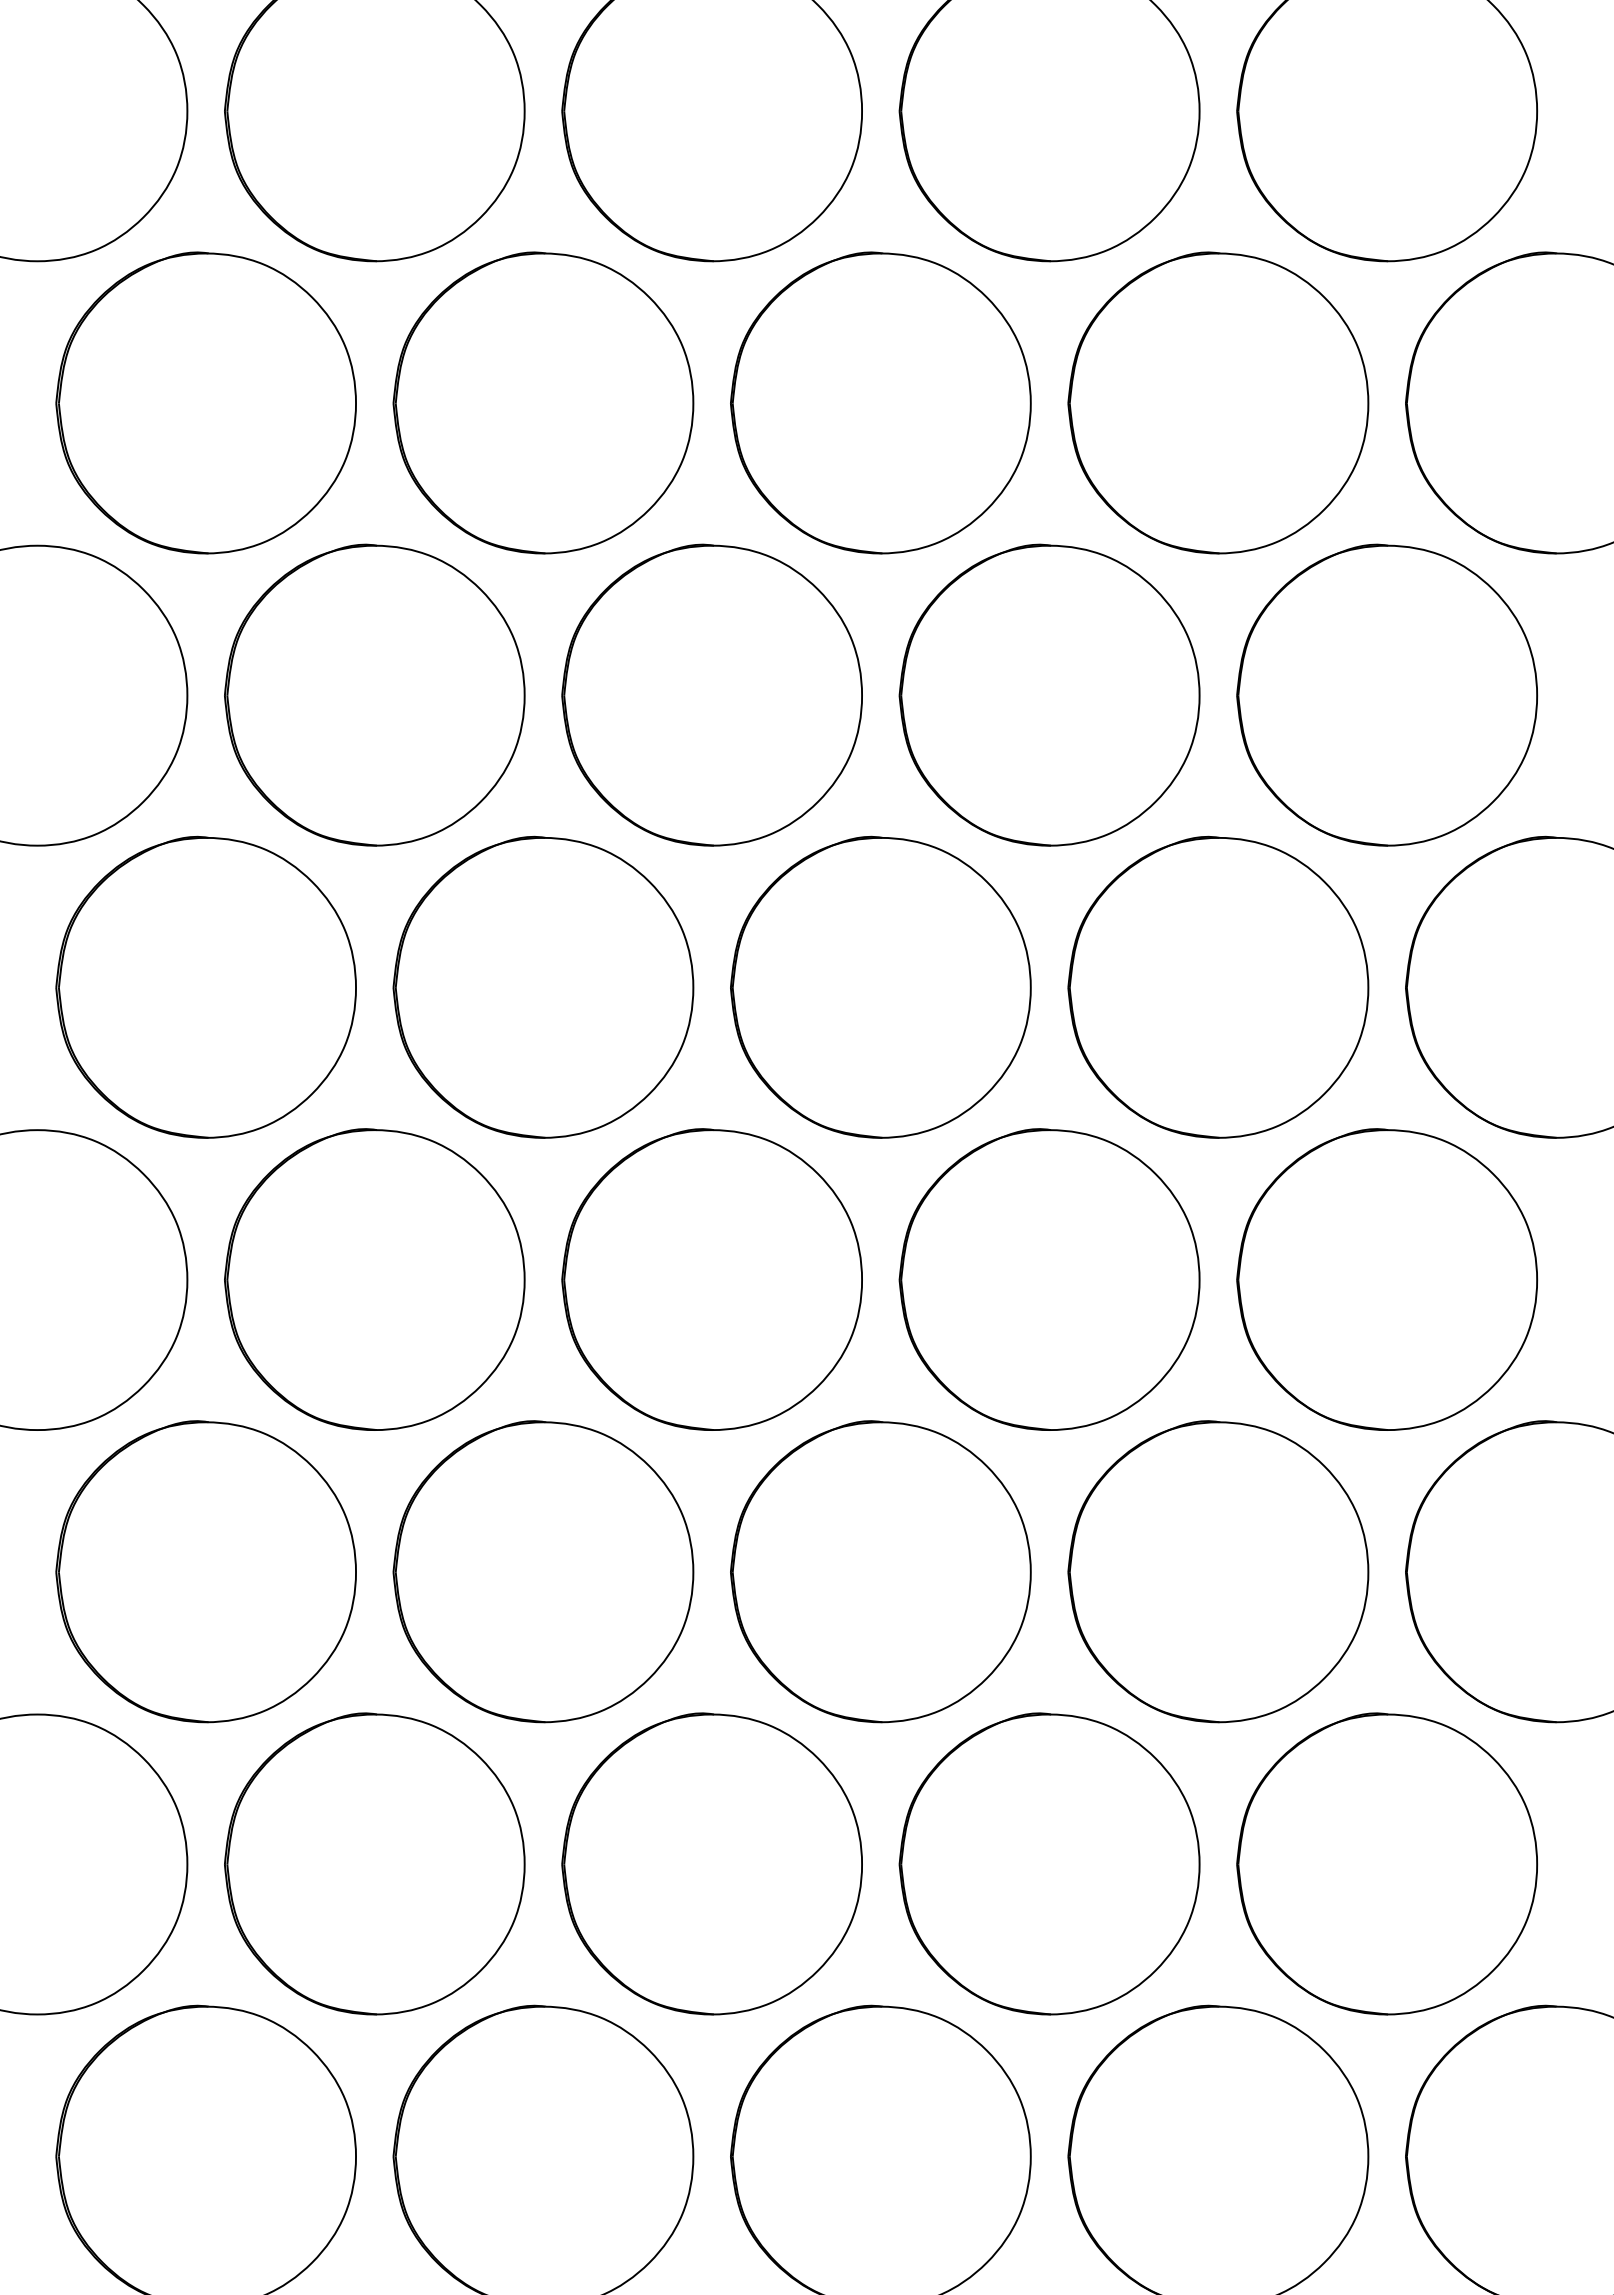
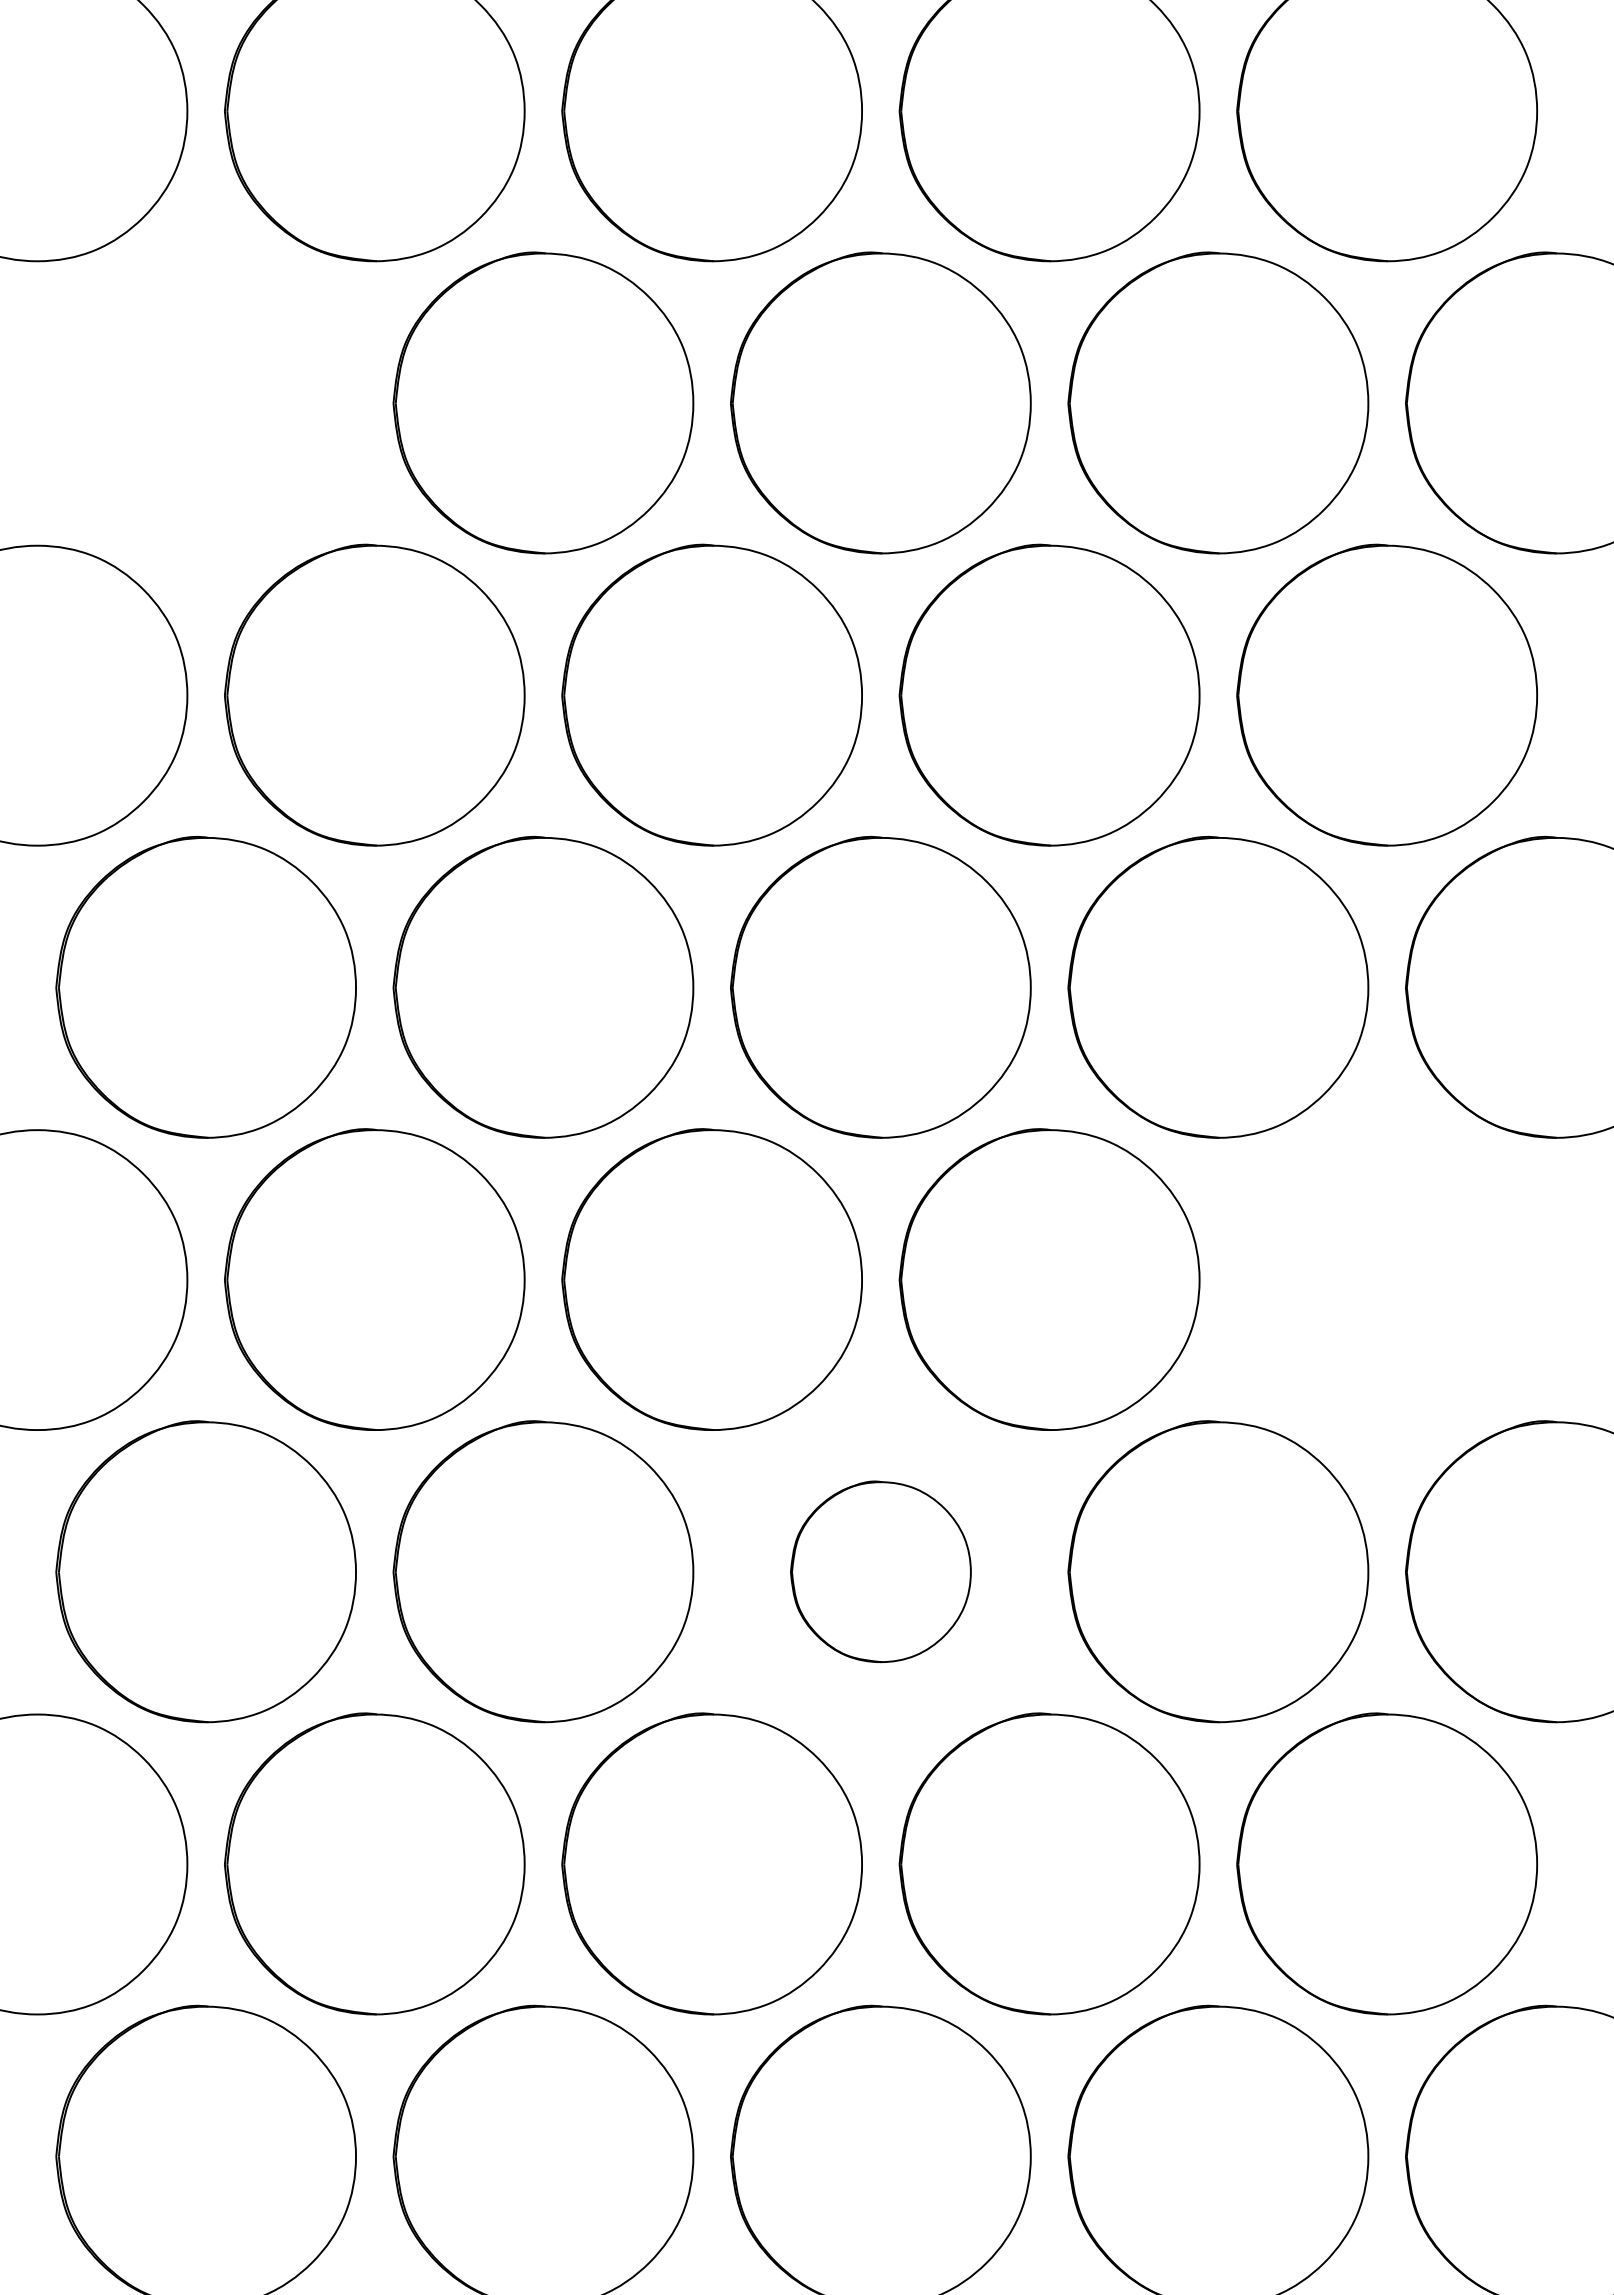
part at (205, 402): present -> none
part at (1387, 1279): present -> none
part at (880, 1571) size: 302x304 px -> 182x184 px
